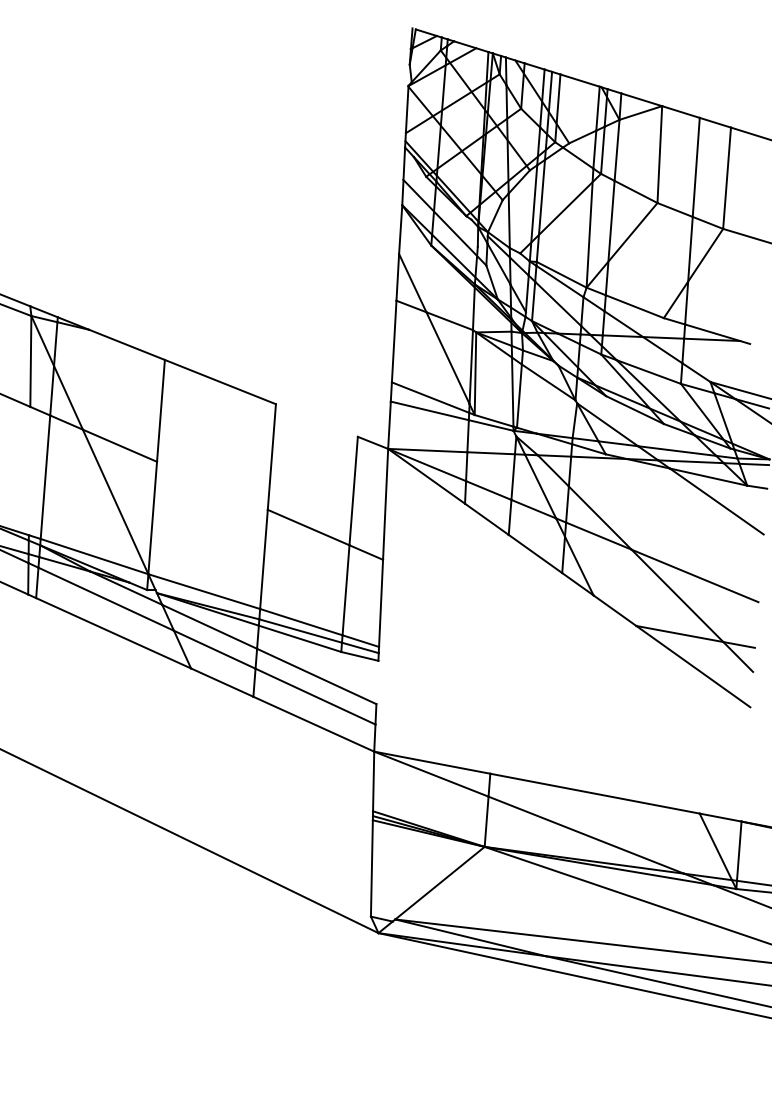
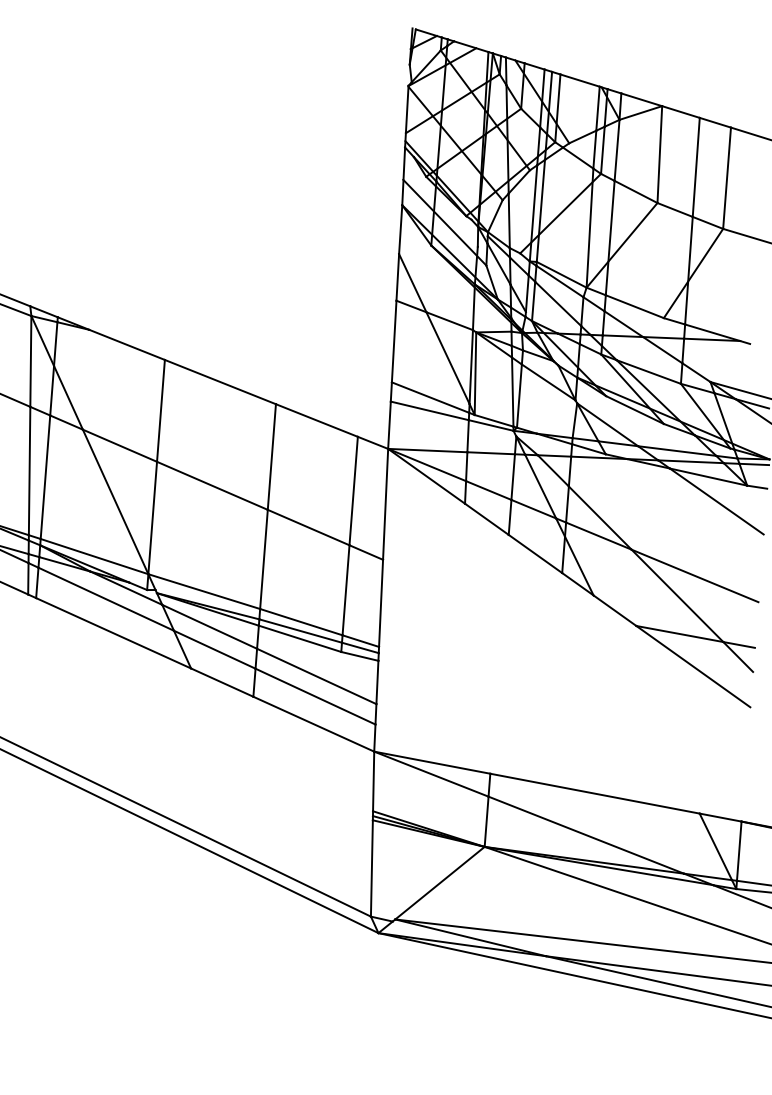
line at (316, 420): none -> present
line at (29, 470): none -> present
line at (212, 485): none -> present
line at (377, 682): none -> present
line at (186, 827): none -> present
